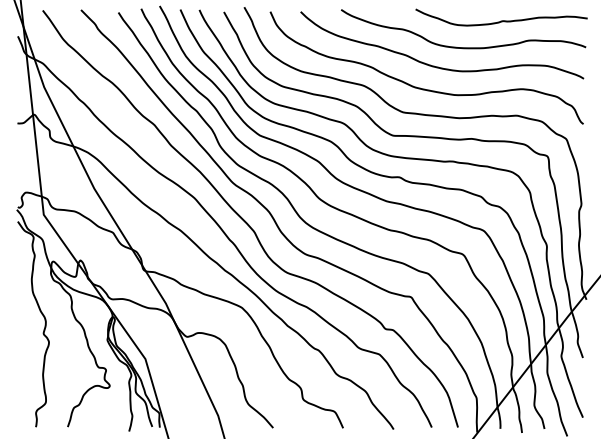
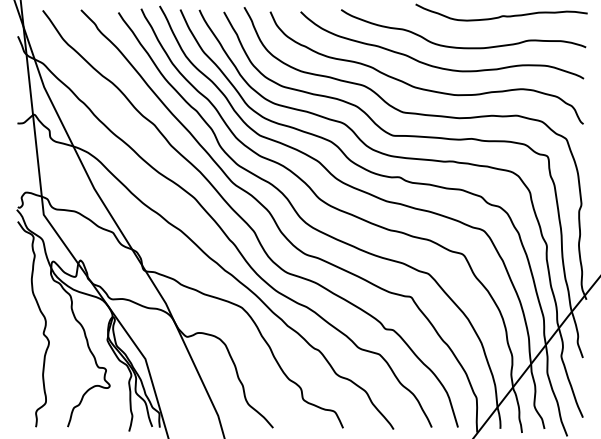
curve at (501, 20) position: (501, 20) -> (501, 15)
